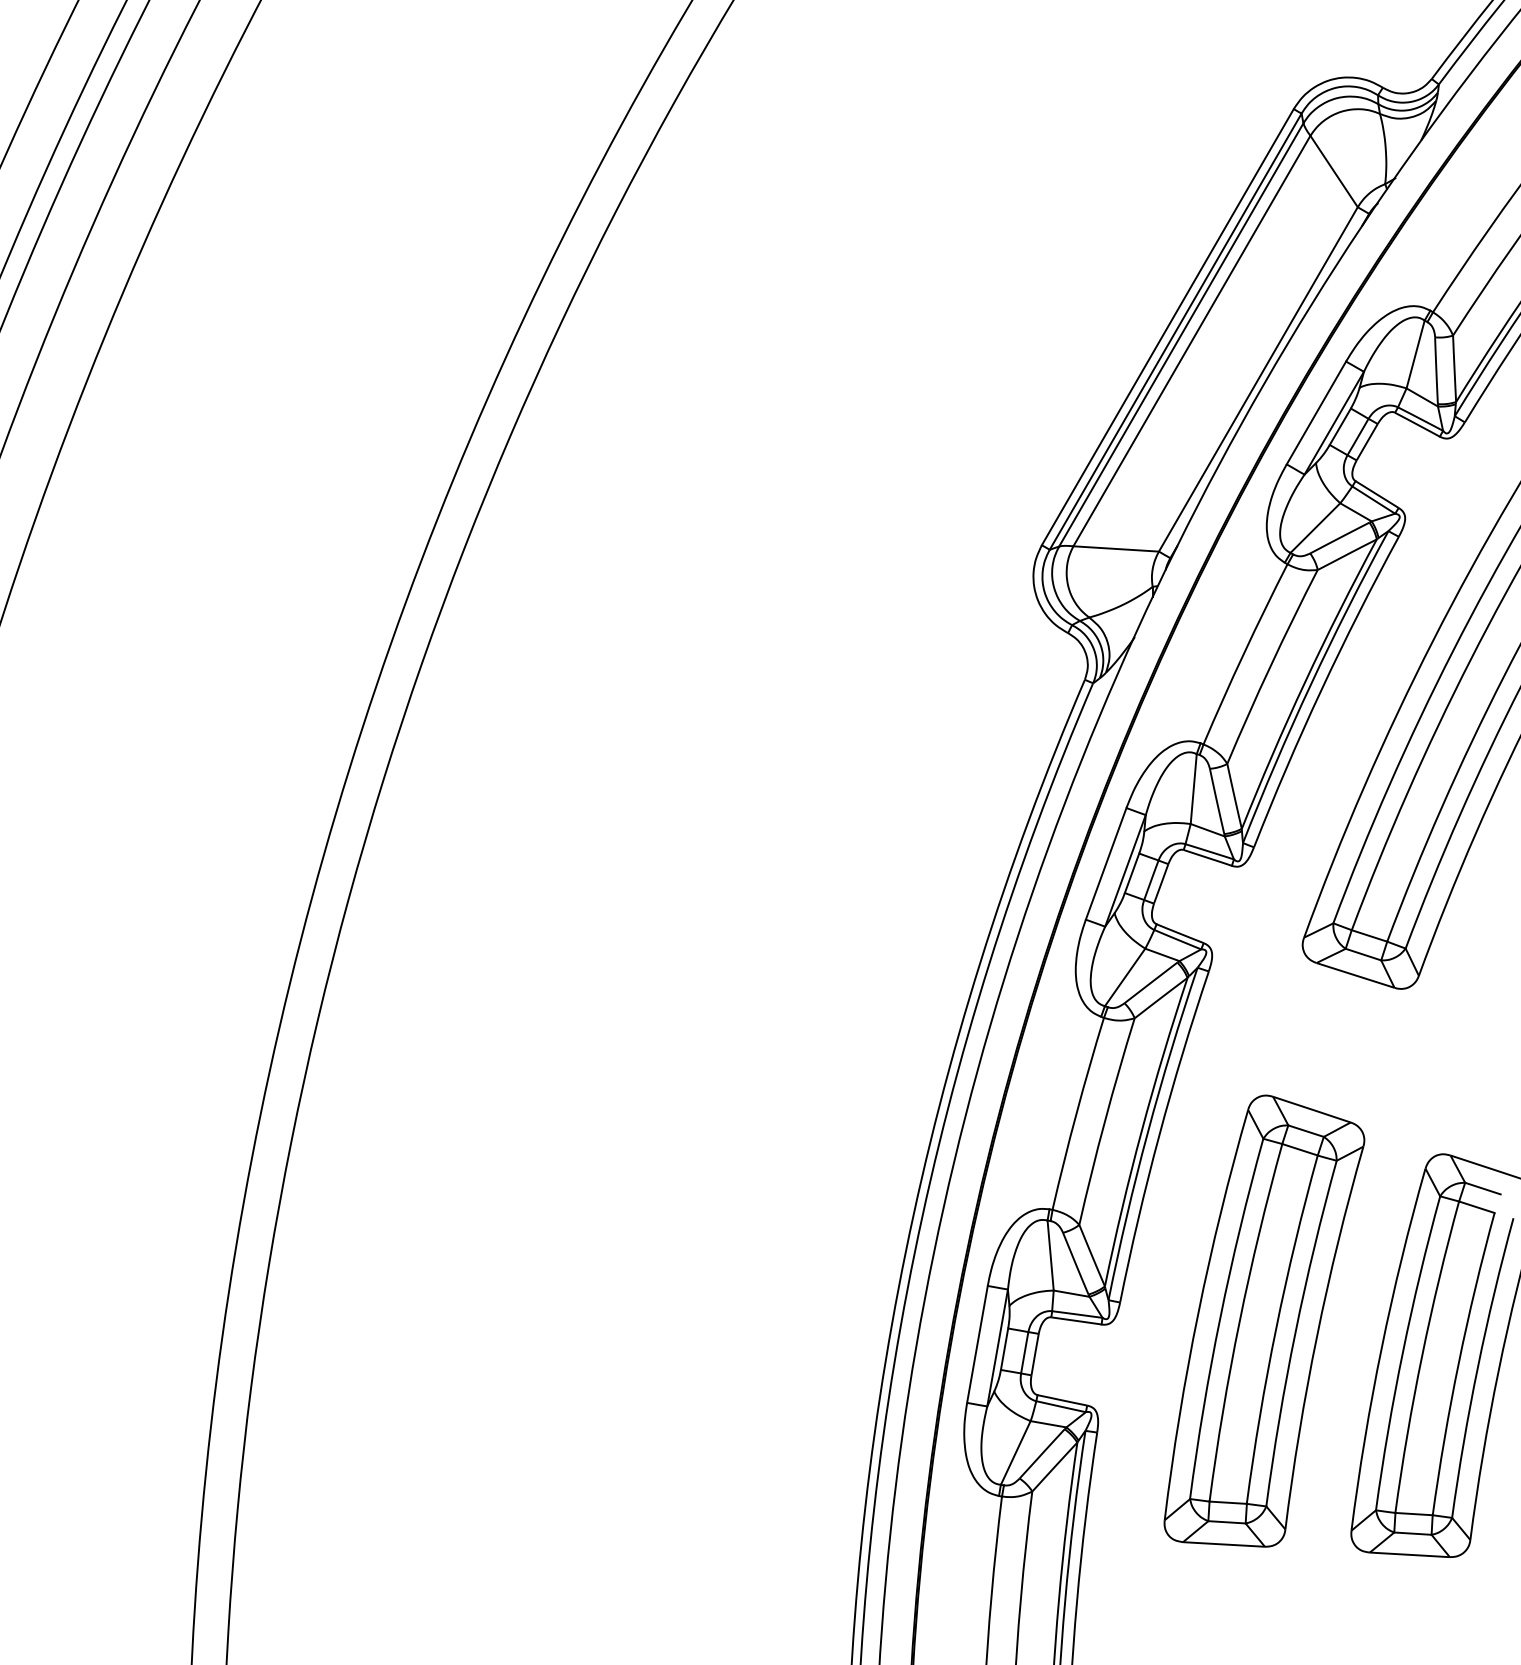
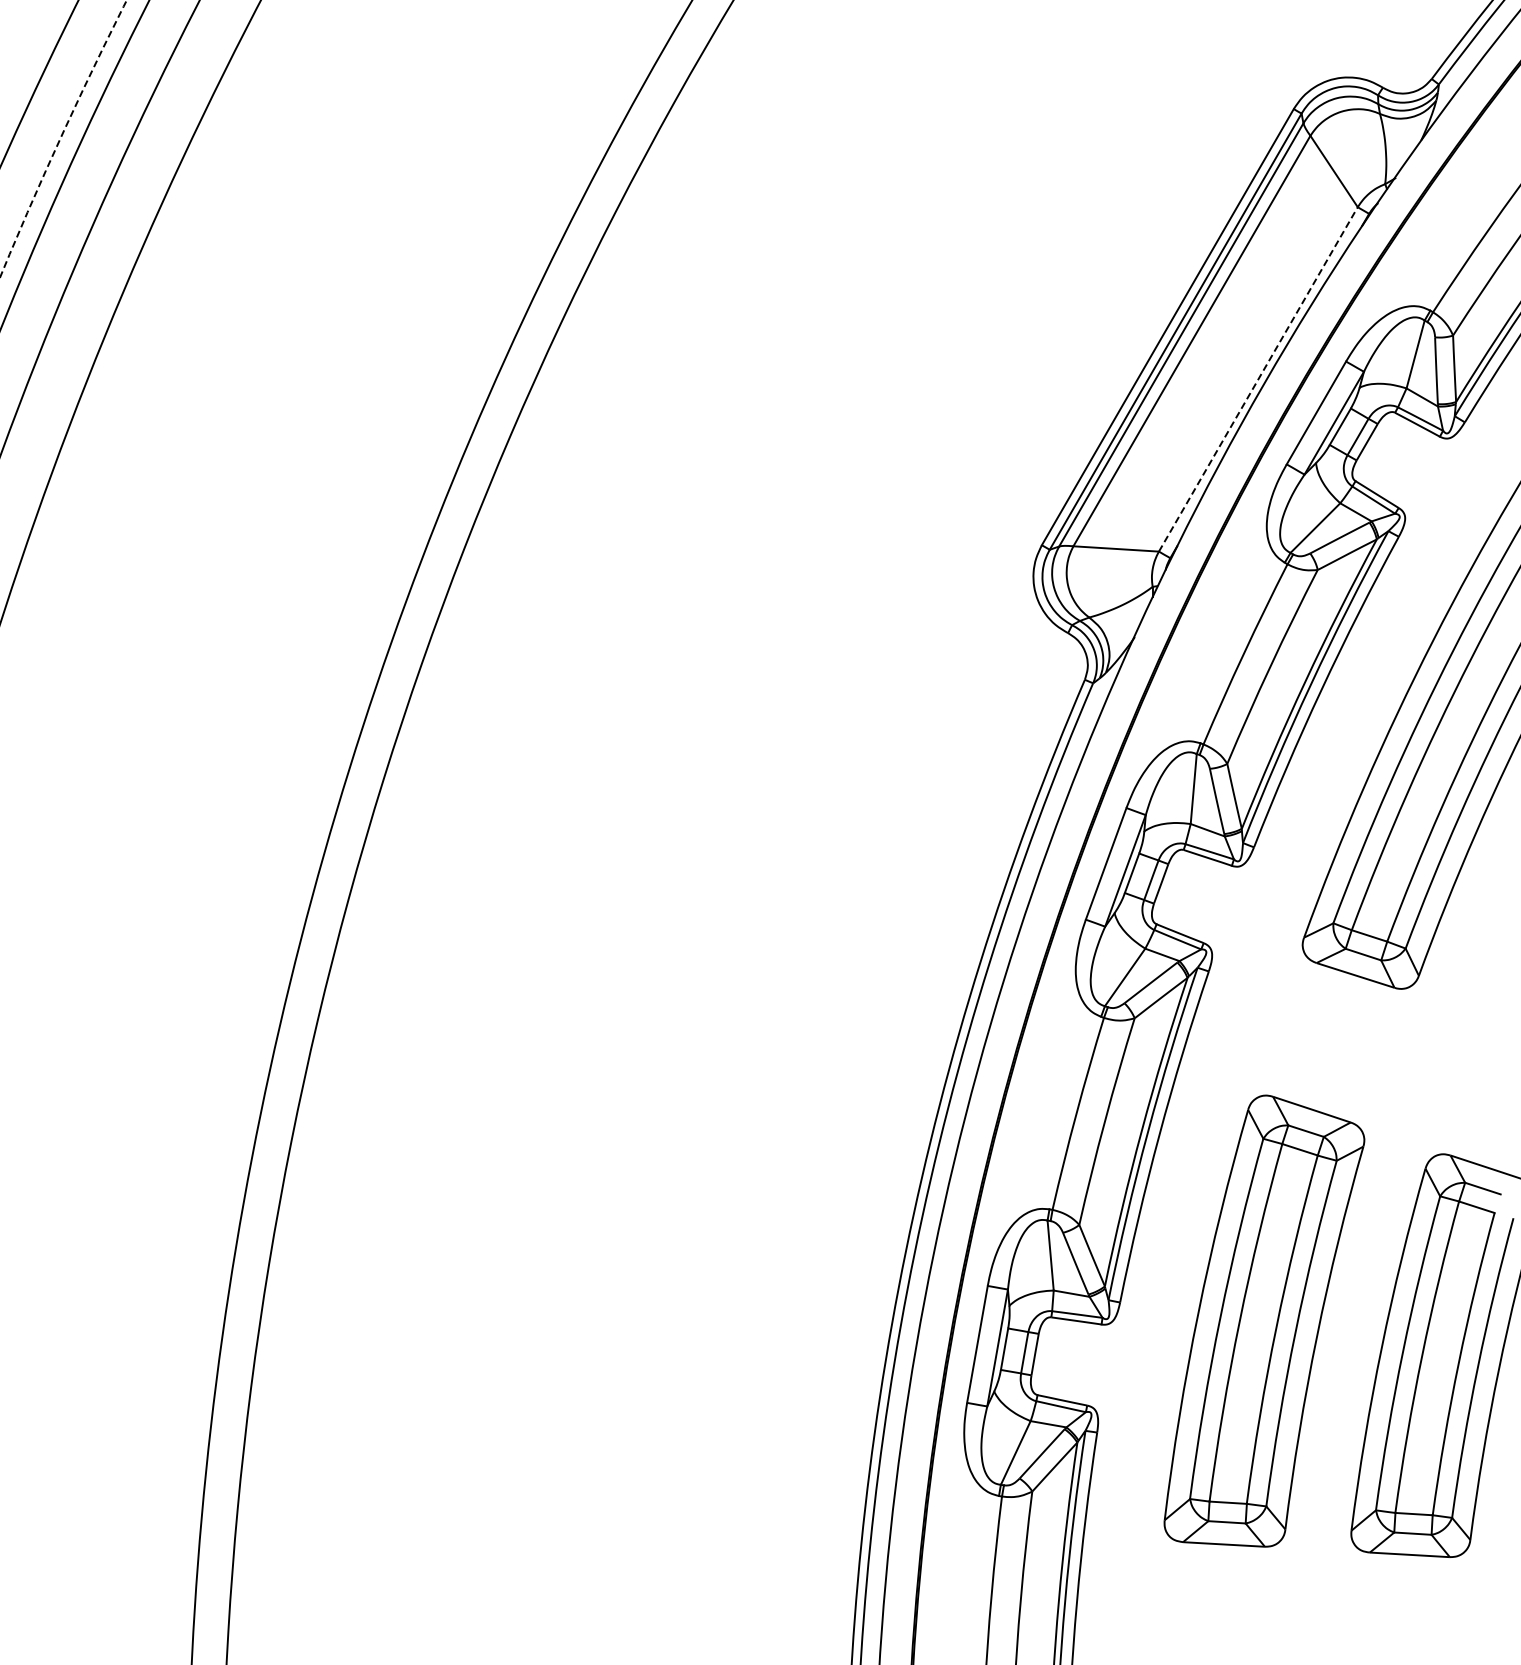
arc at (60, 137): solid -> dashed
line at (1258, 379): solid -> dashed
